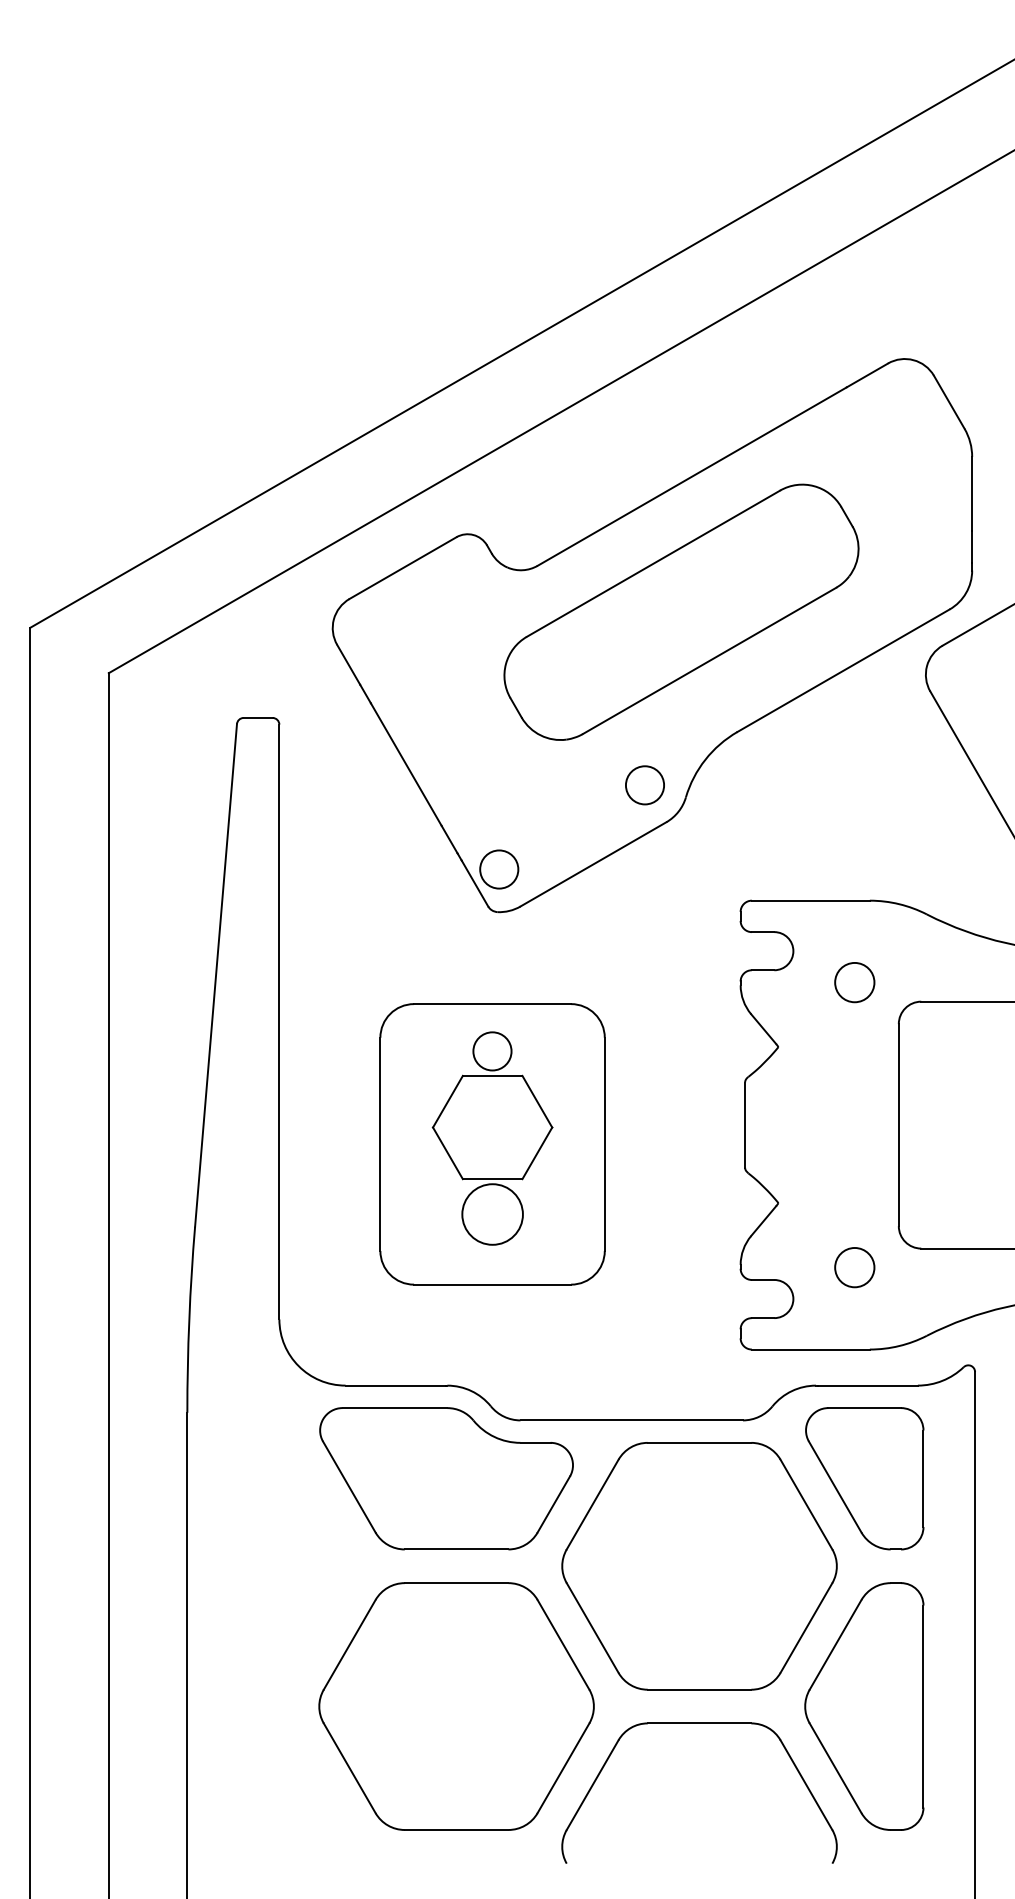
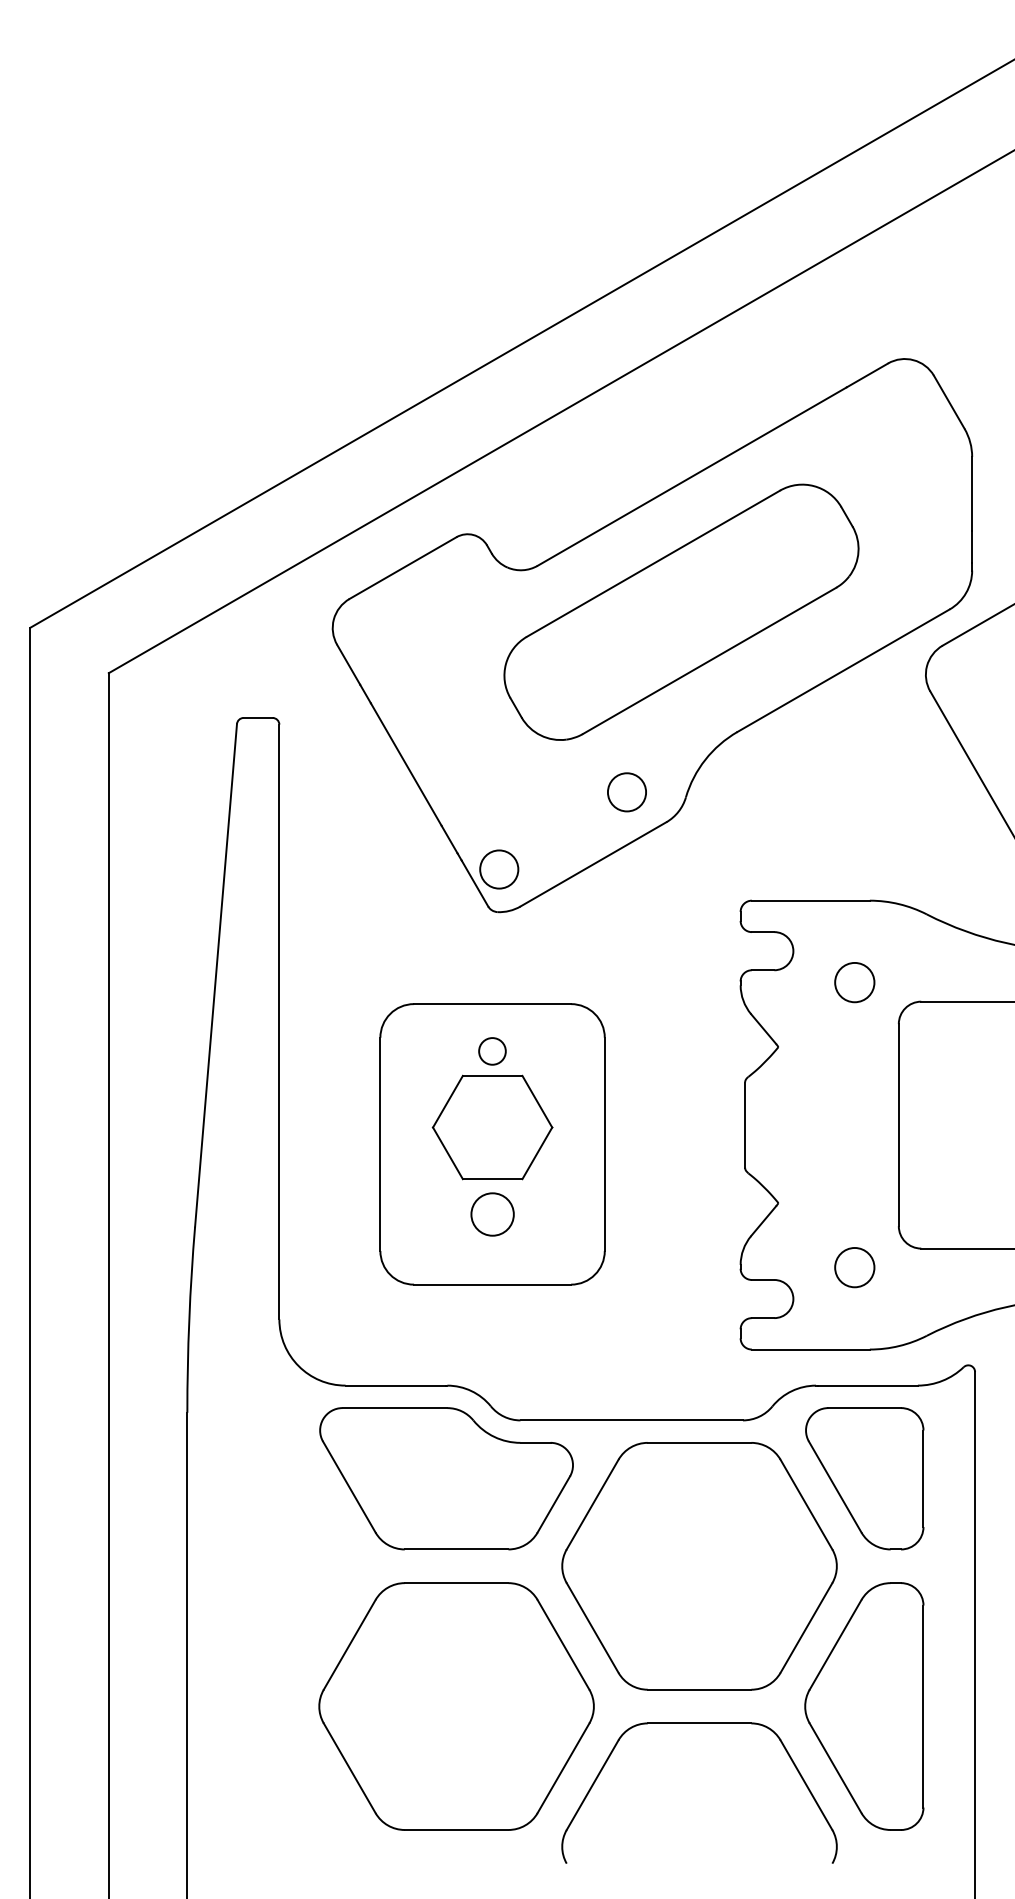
circle at (644, 785) position: (644, 785) -> (626, 792)
circle at (492, 1051) diameter: 38 px -> 27 px
circle at (492, 1214) diameter: 61 px -> 42 px
